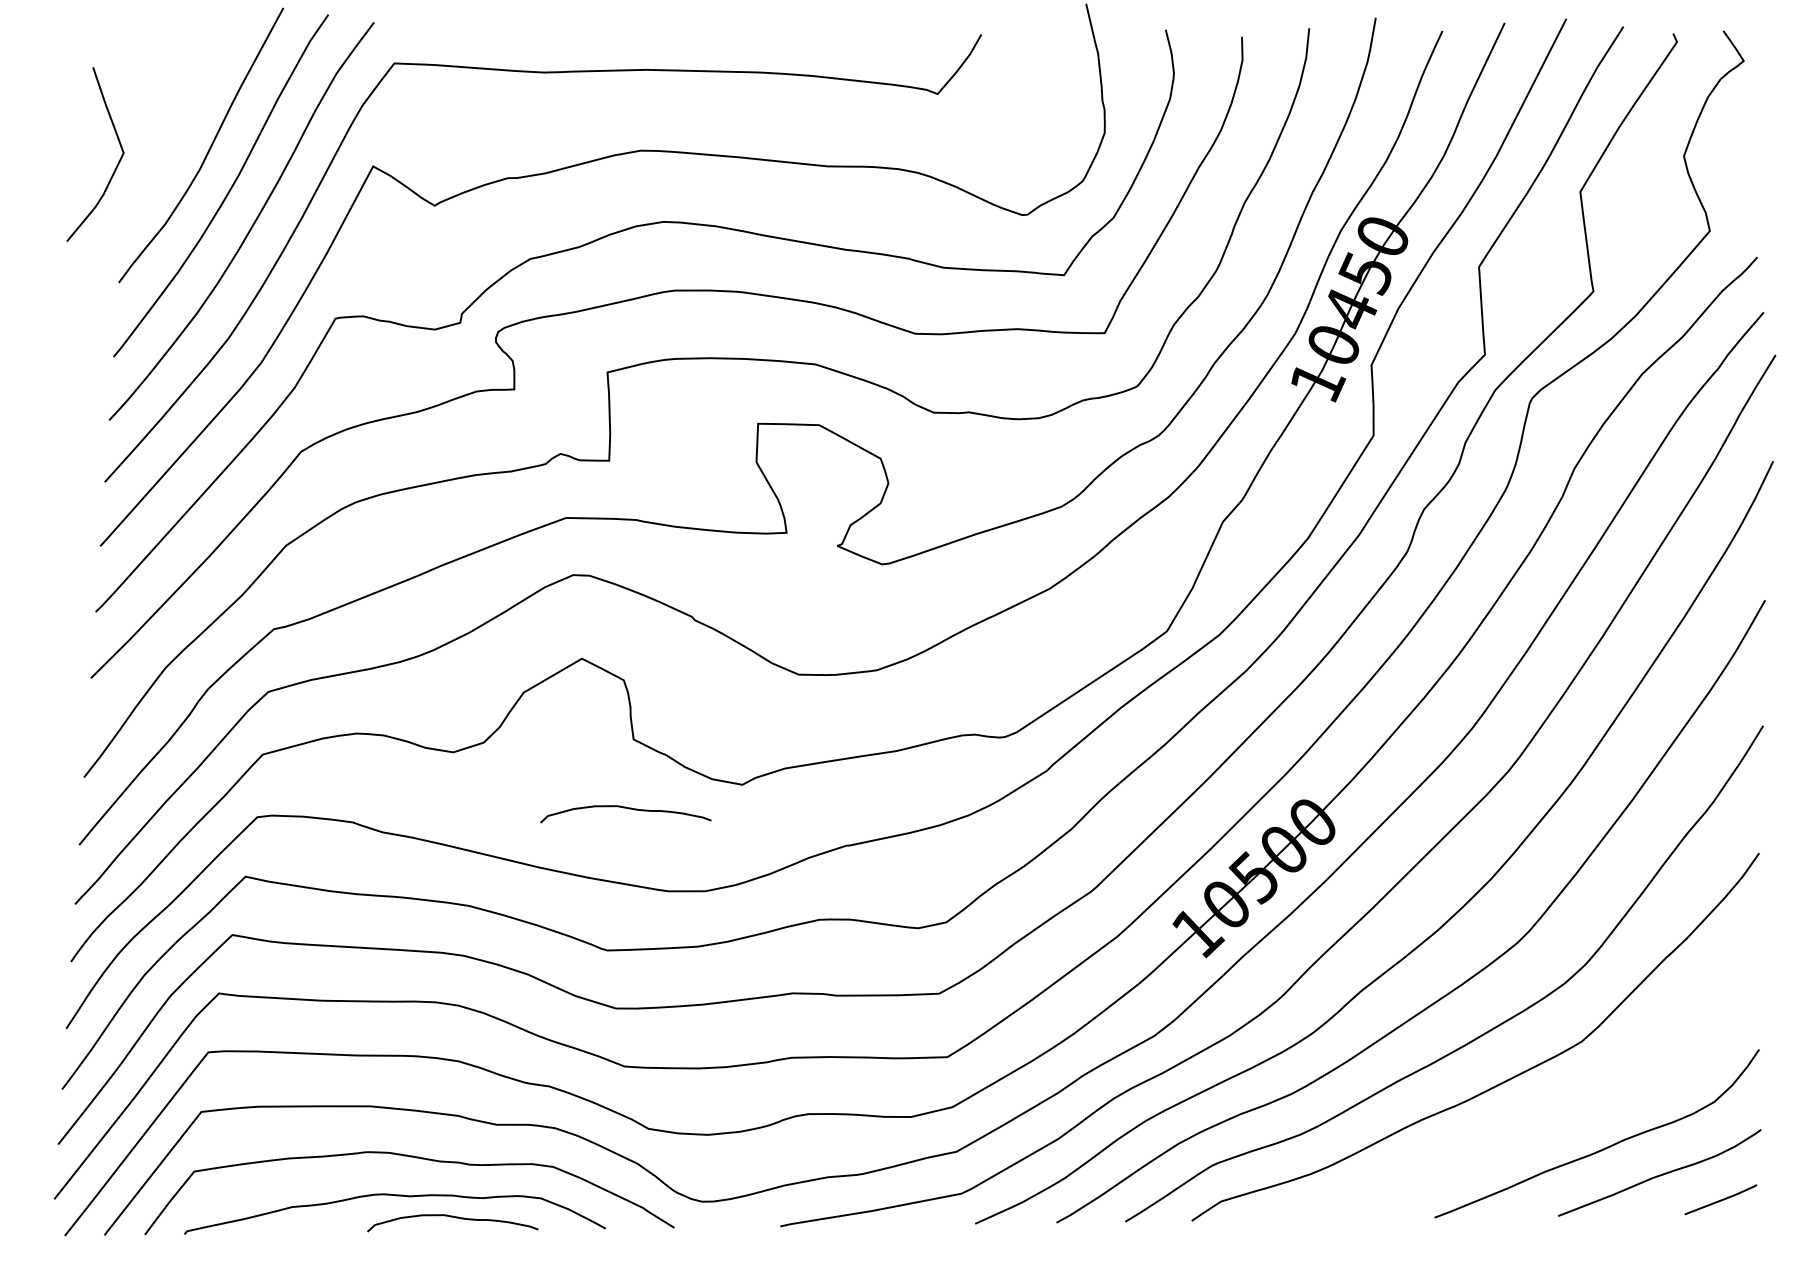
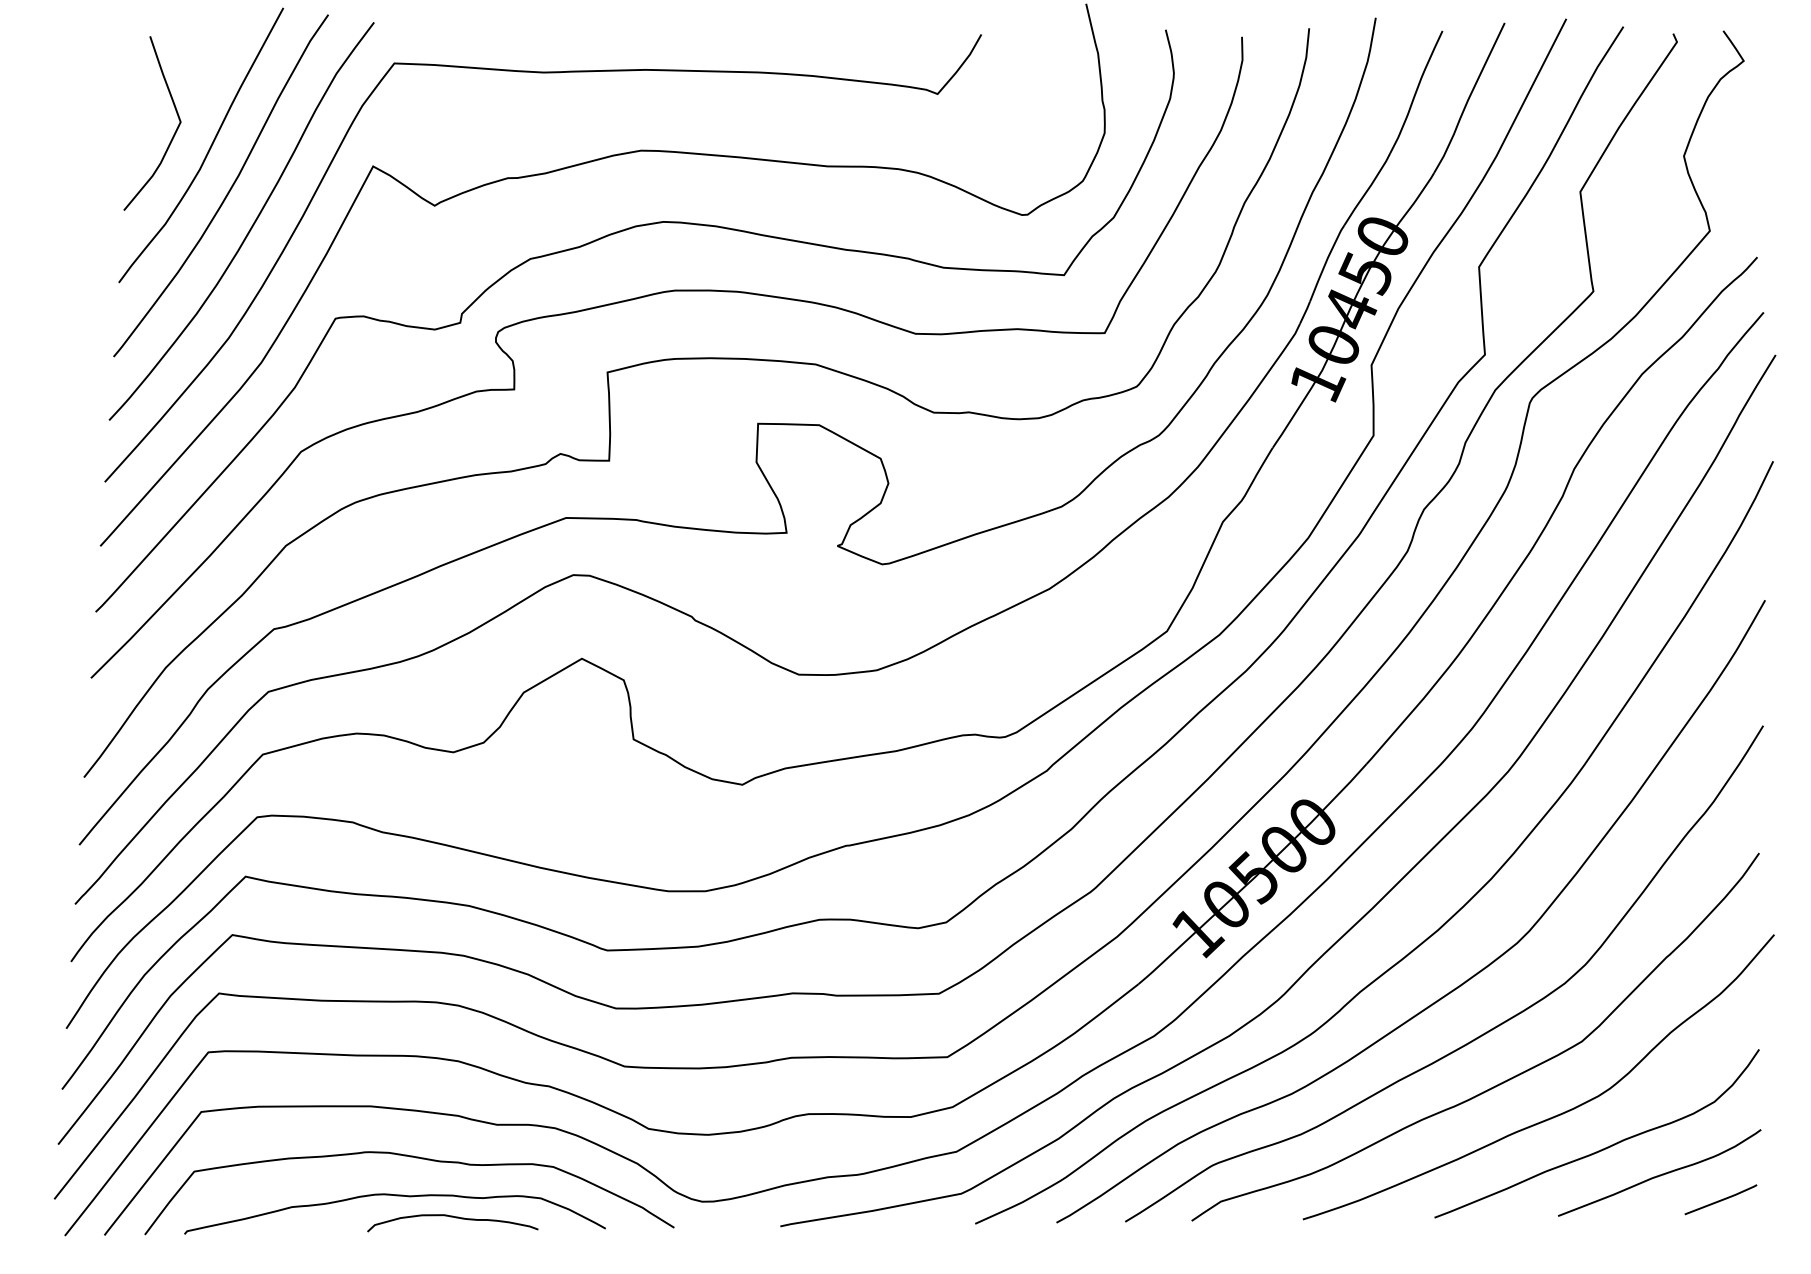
curve at (116, 165) position: (116, 165) -> (173, 134)
curve at (628, 809): present -> none
curve at (1552, 1116): none -> present
